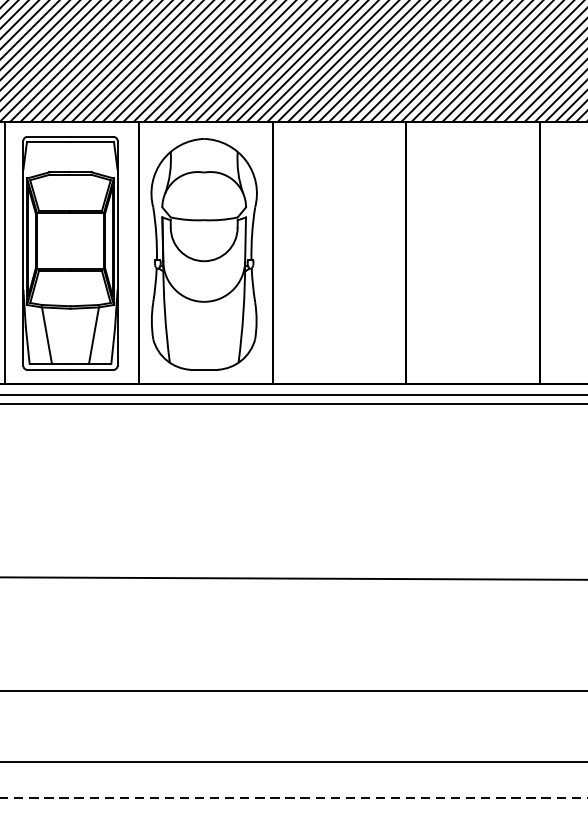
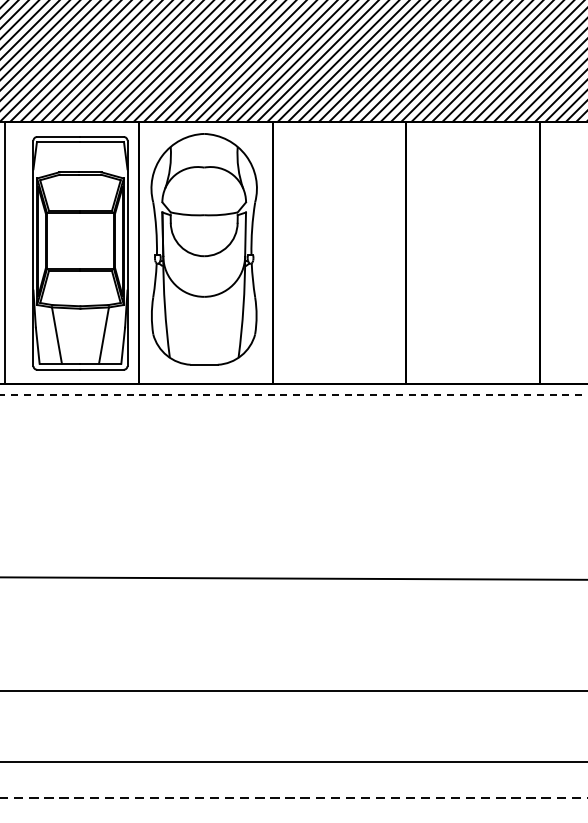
part at (70, 253) position: (70, 253) -> (80, 253)
part at (203, 254) position: (203, 254) -> (203, 249)
line at (294, 395): solid -> dashed
line at (293, 404): present -> none
